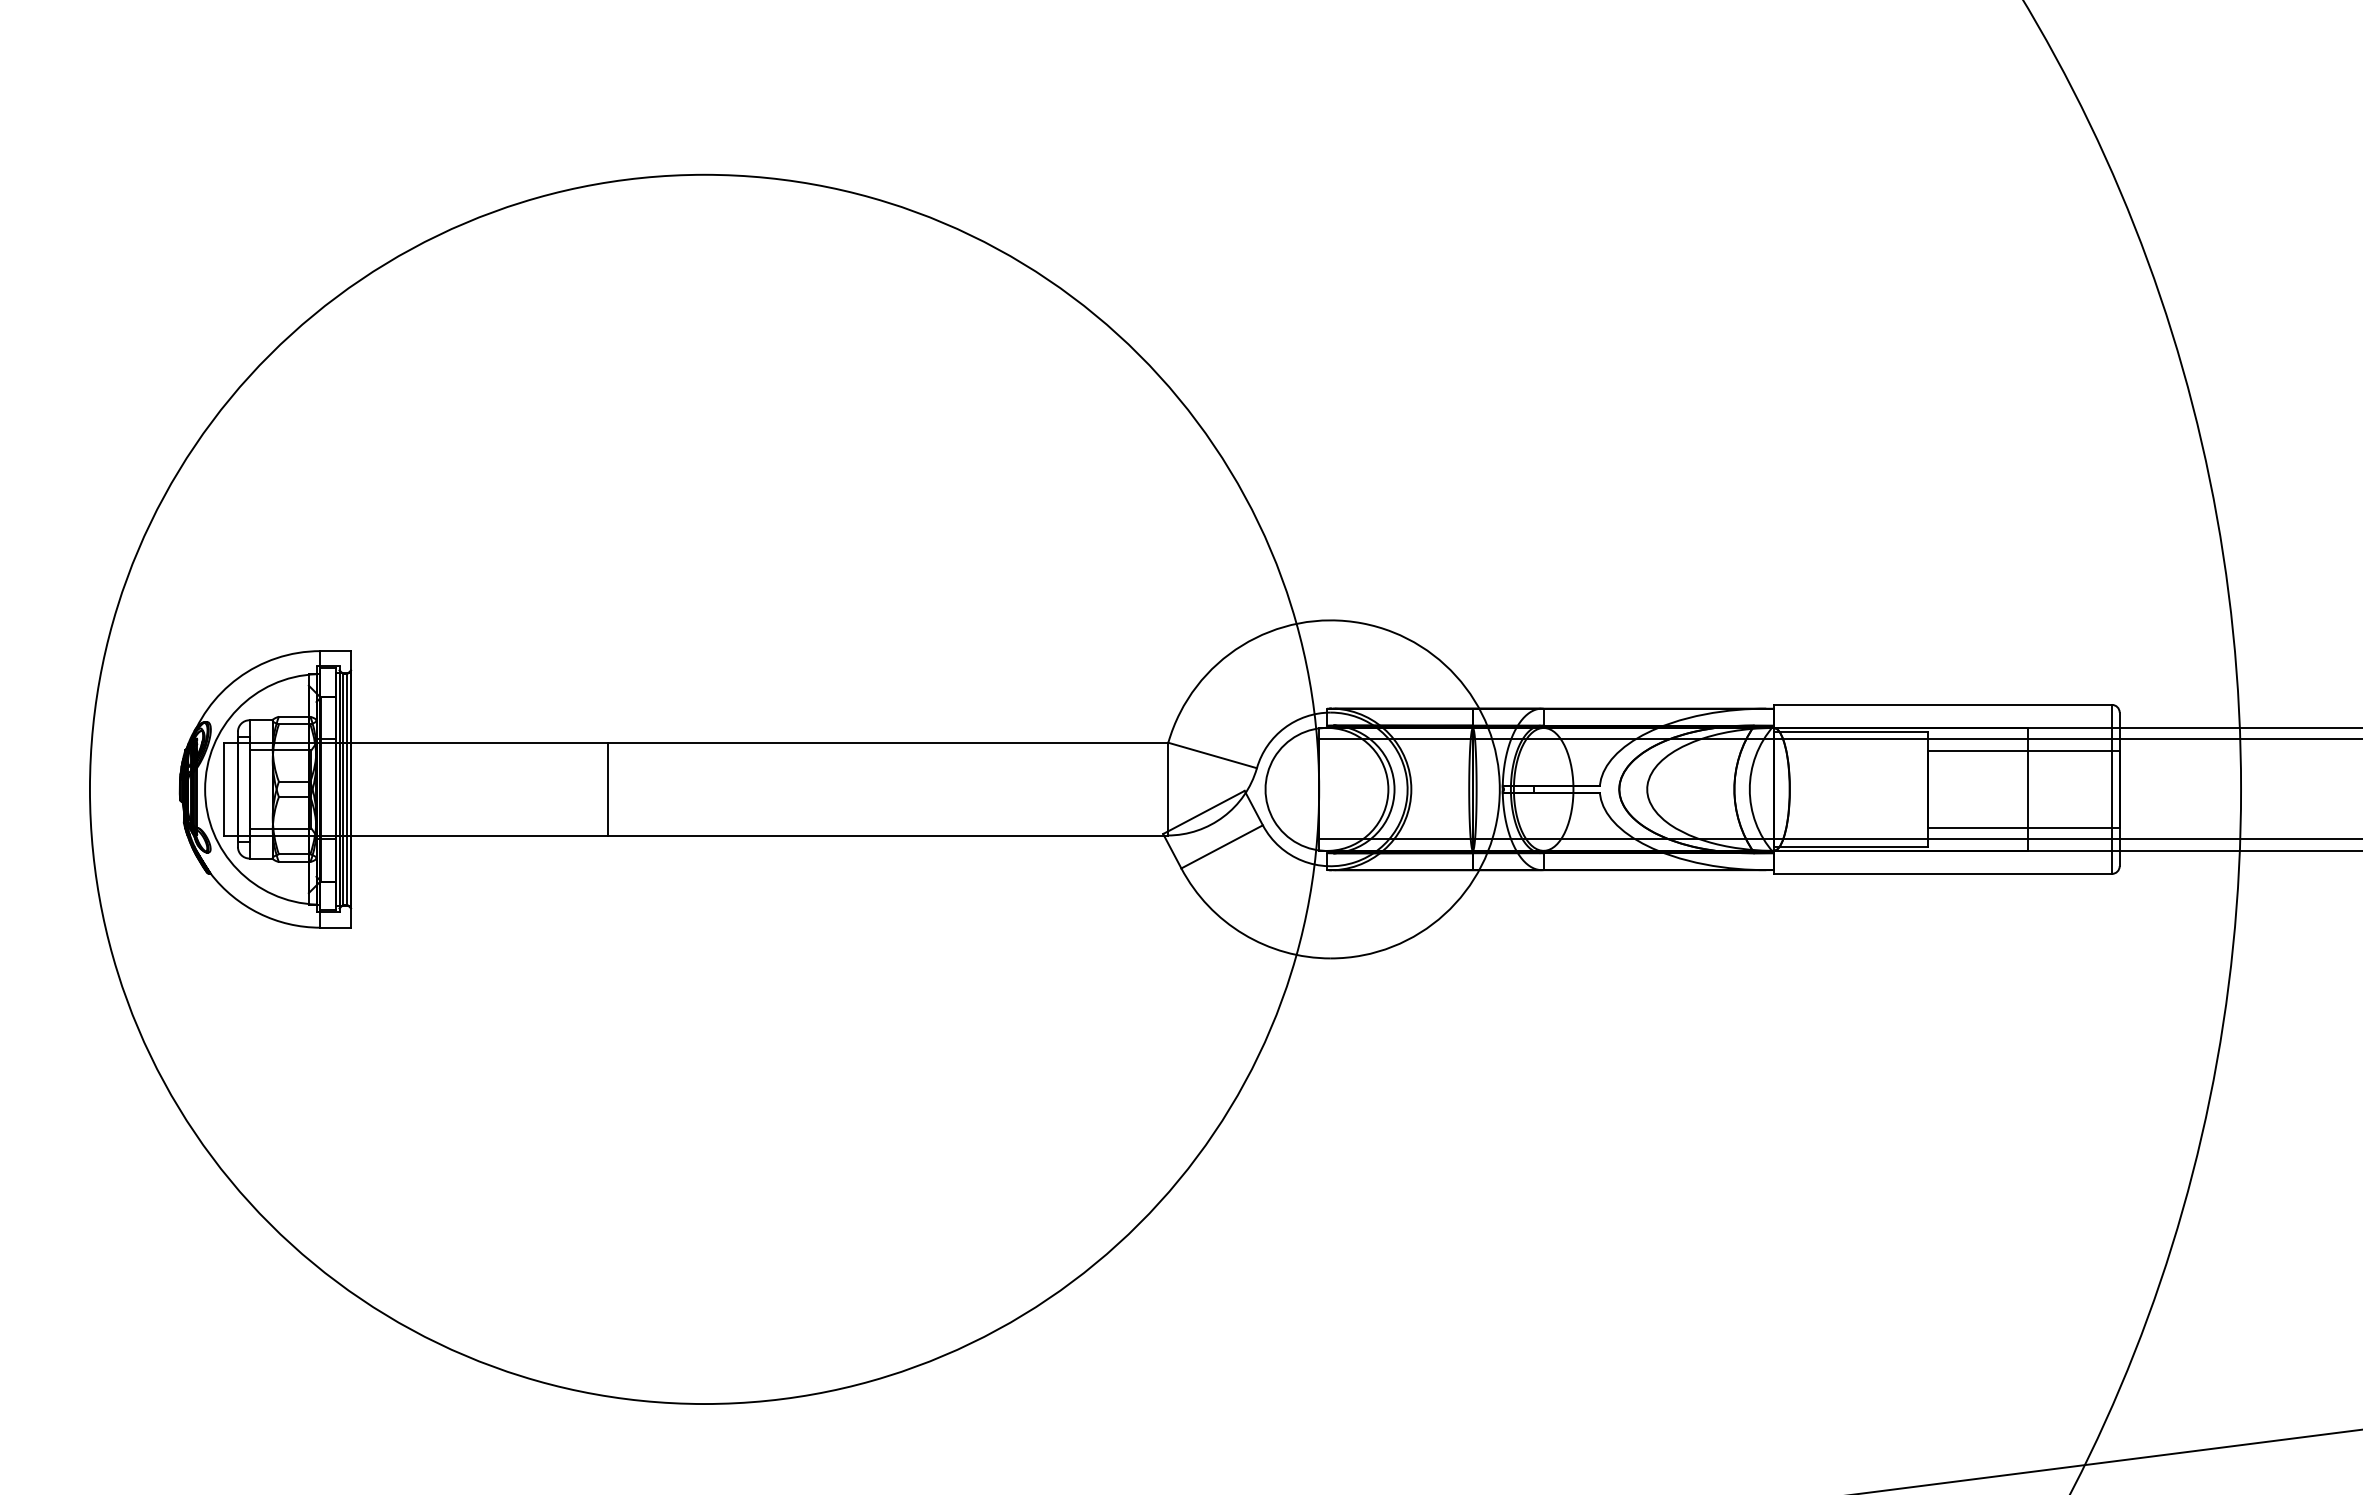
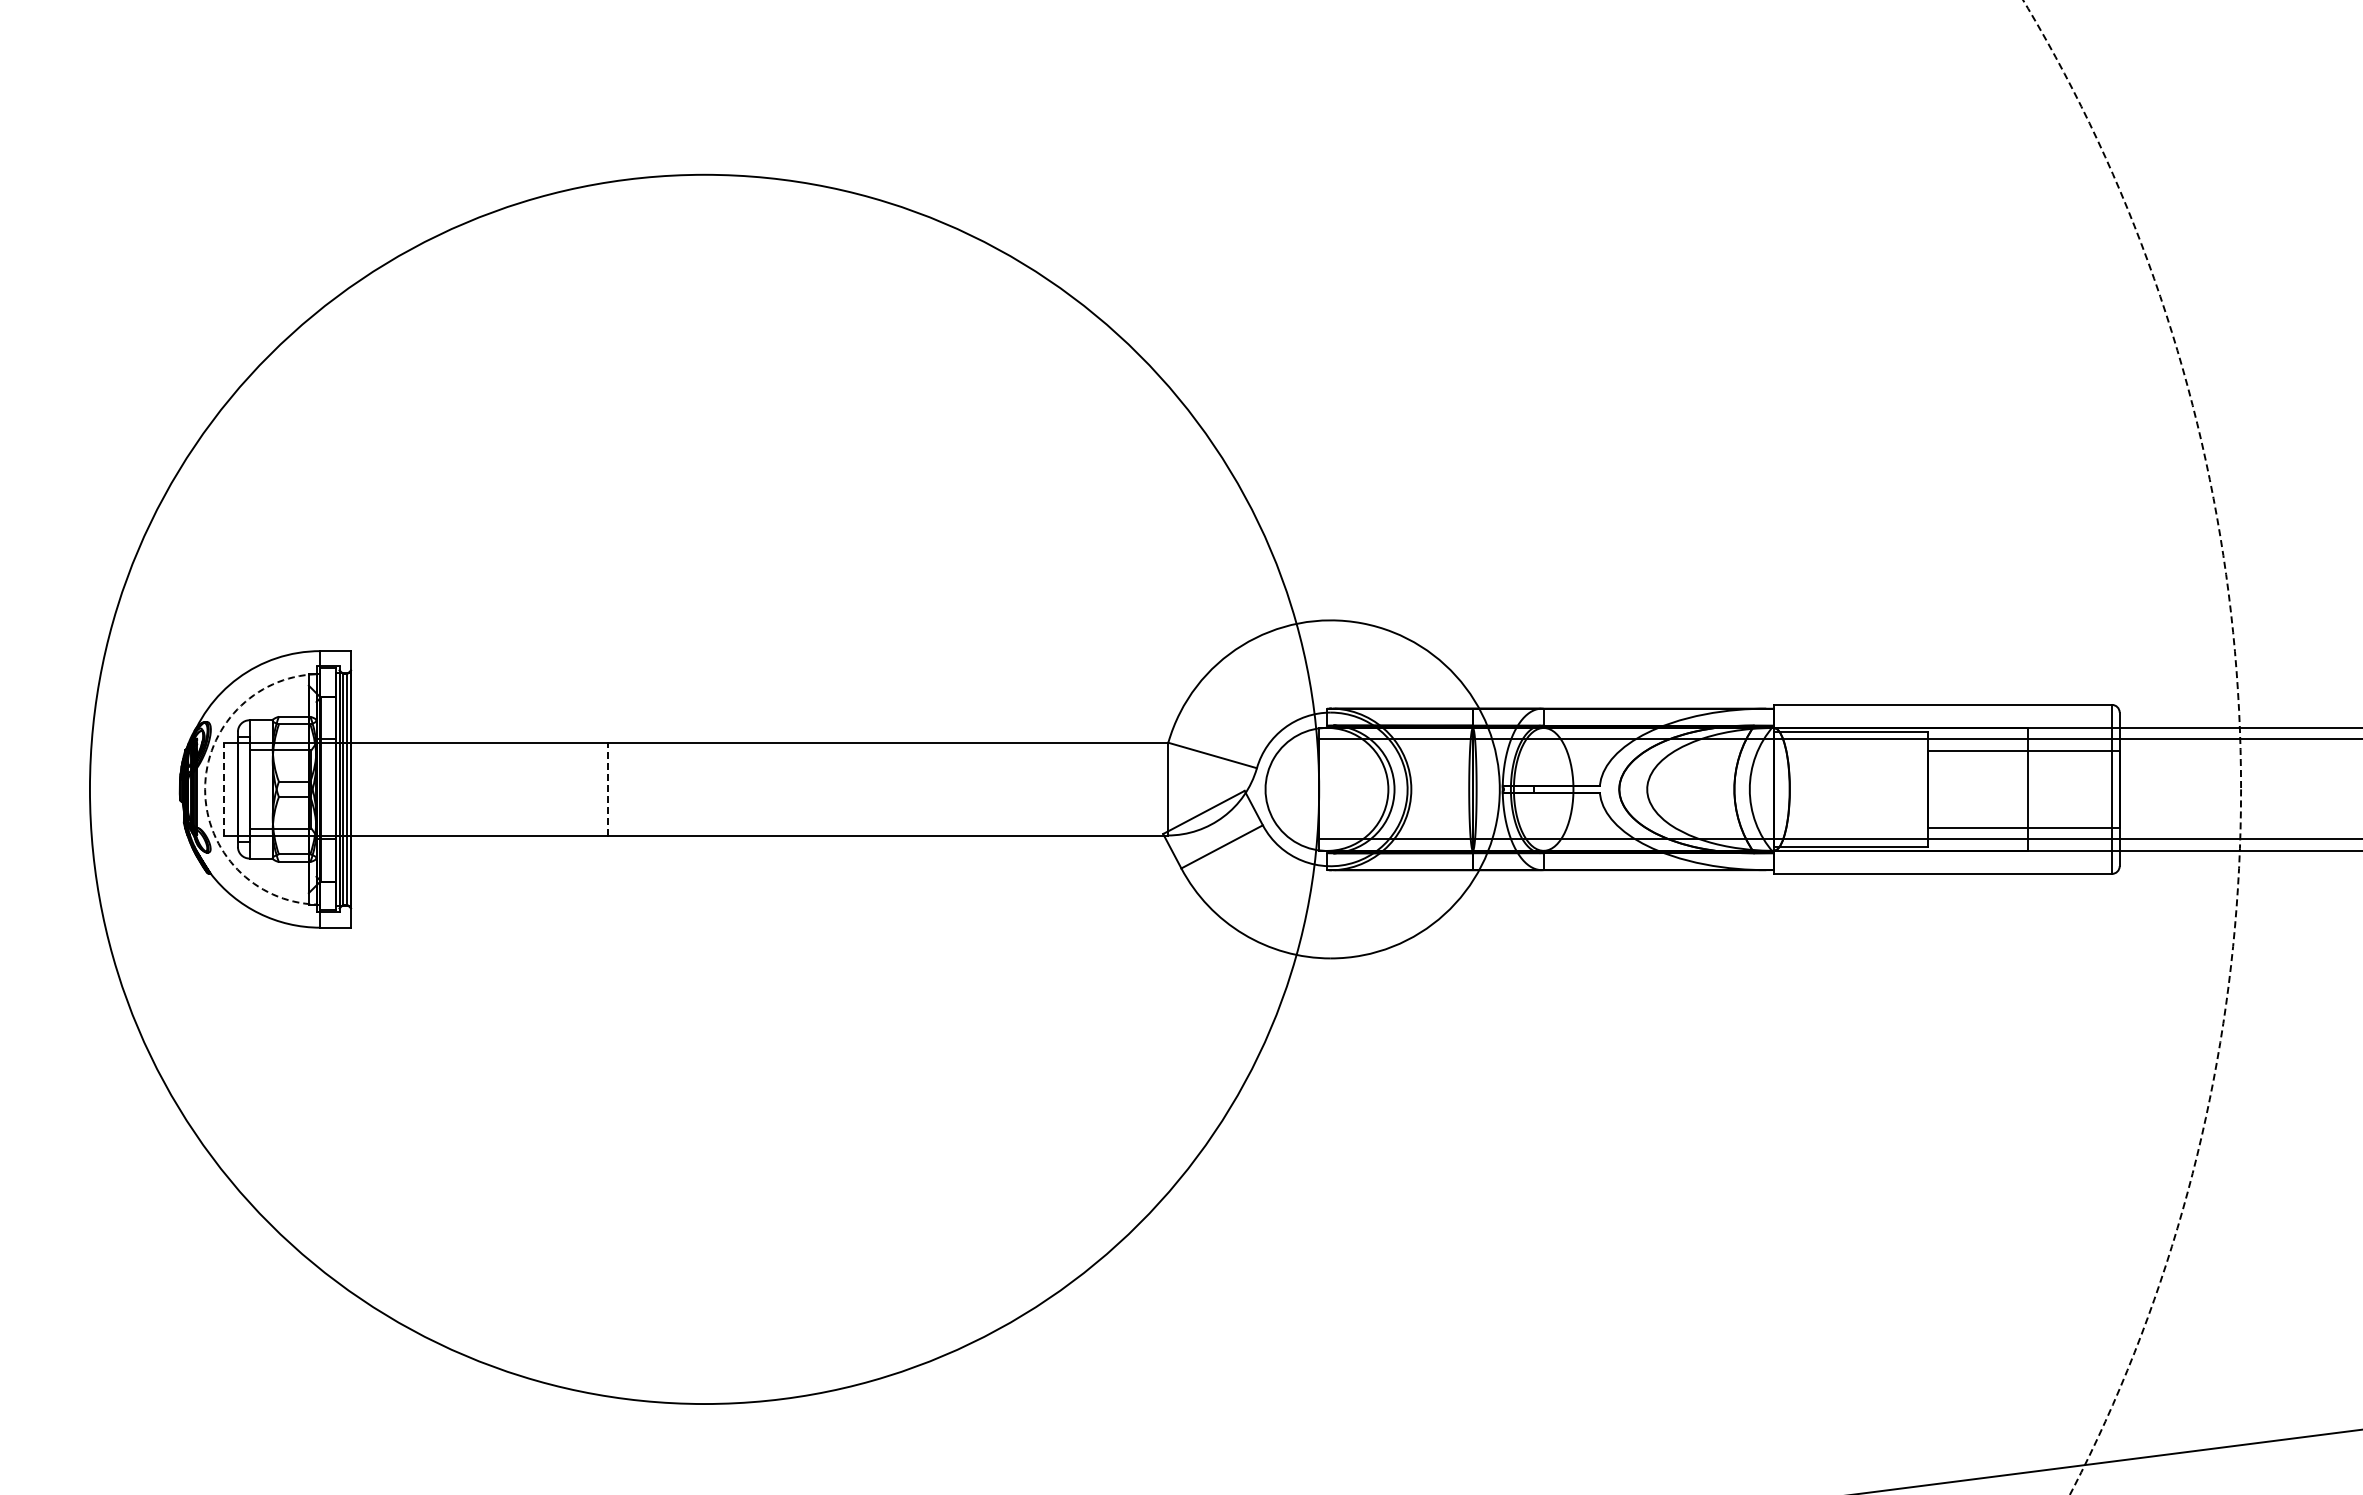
circle at (2132, 747): solid -> dashed
line at (223, 788): solid -> dashed
line at (607, 788): solid -> dashed
arc at (205, 789): solid -> dashed
